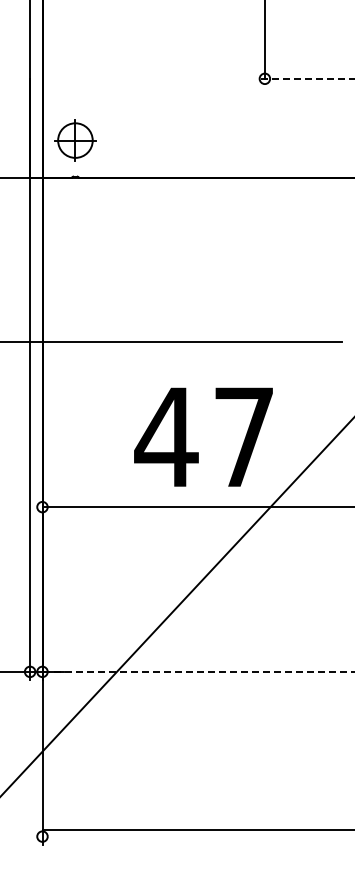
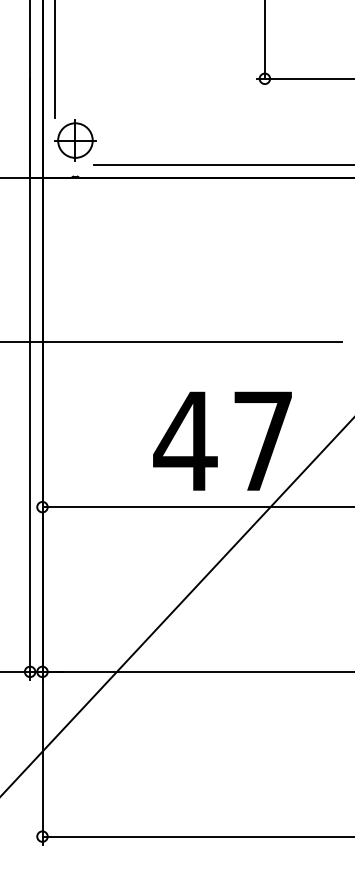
line at (54, 60): none -> present
line at (305, 78): dashed -> solid
line at (222, 165): none -> present
text at (203, 436) position: (203, 436) -> (222, 440)
line at (198, 671): dashed -> solid
line at (196, 829) position: (196, 829) -> (196, 836)
